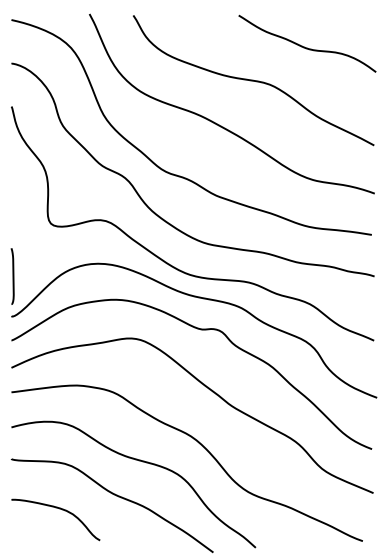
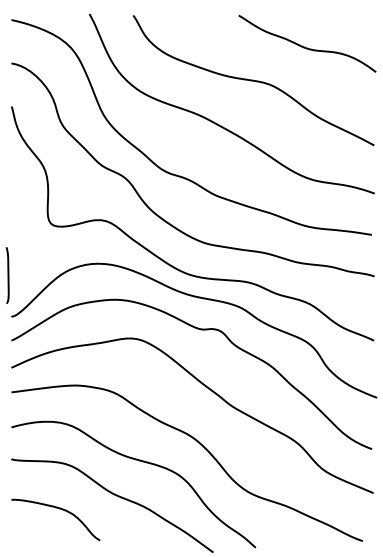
curve at (12, 276) position: (12, 276) -> (7, 275)
